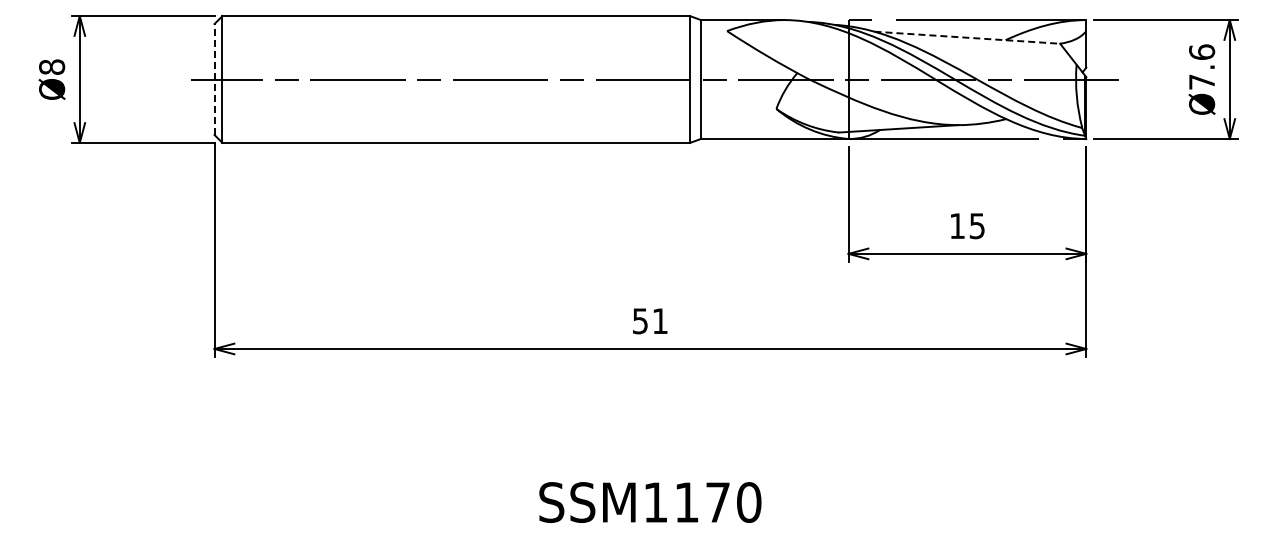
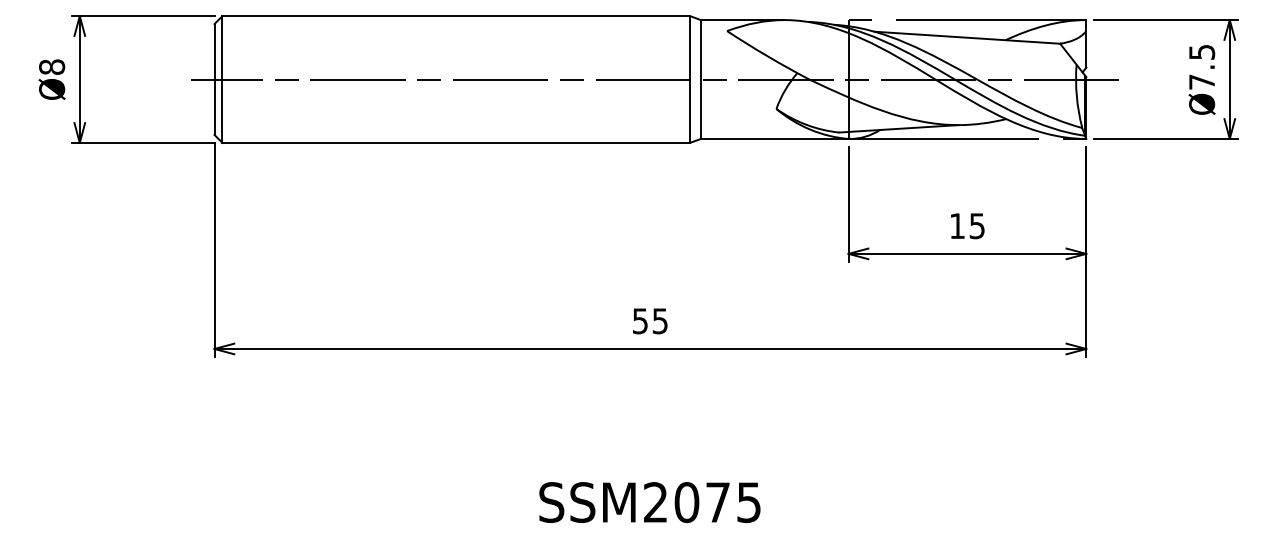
line at (967, 37): dashed -> solid
text at (1202, 51): Ø7.6 -> Ø7.5
line at (214, 79): dashed -> solid
text at (659, 321): 51 -> 55
text at (702, 502): SSM1170 -> SSM2075
